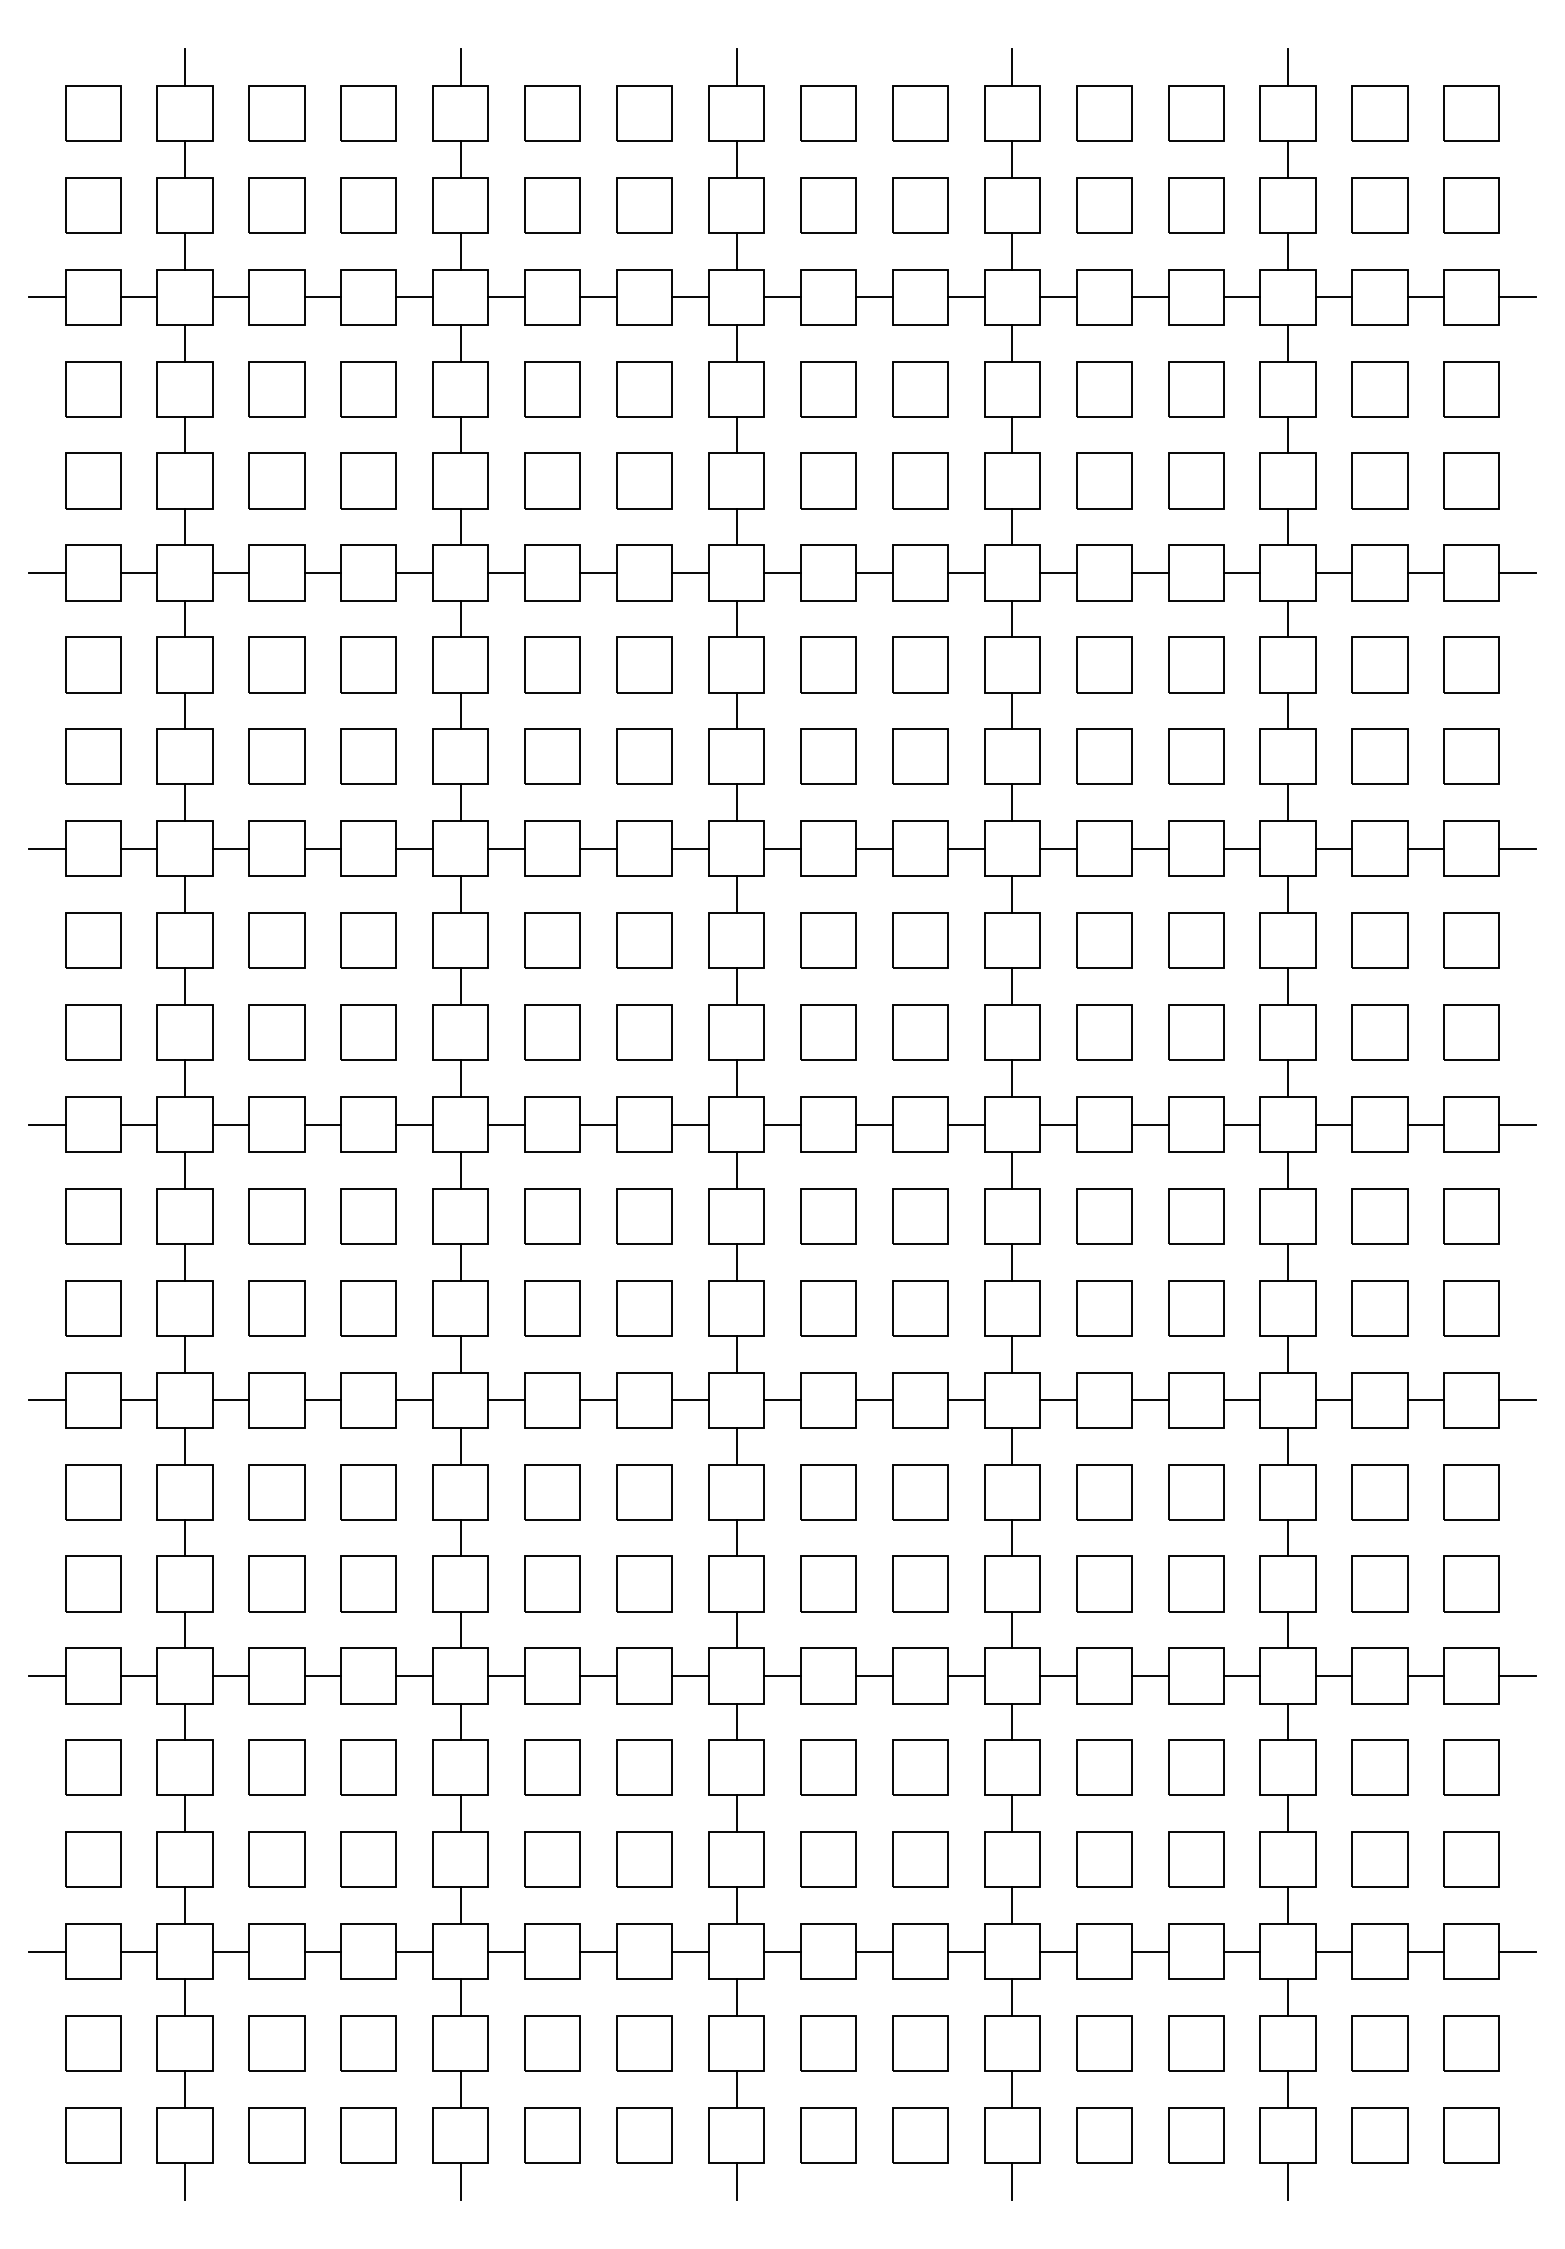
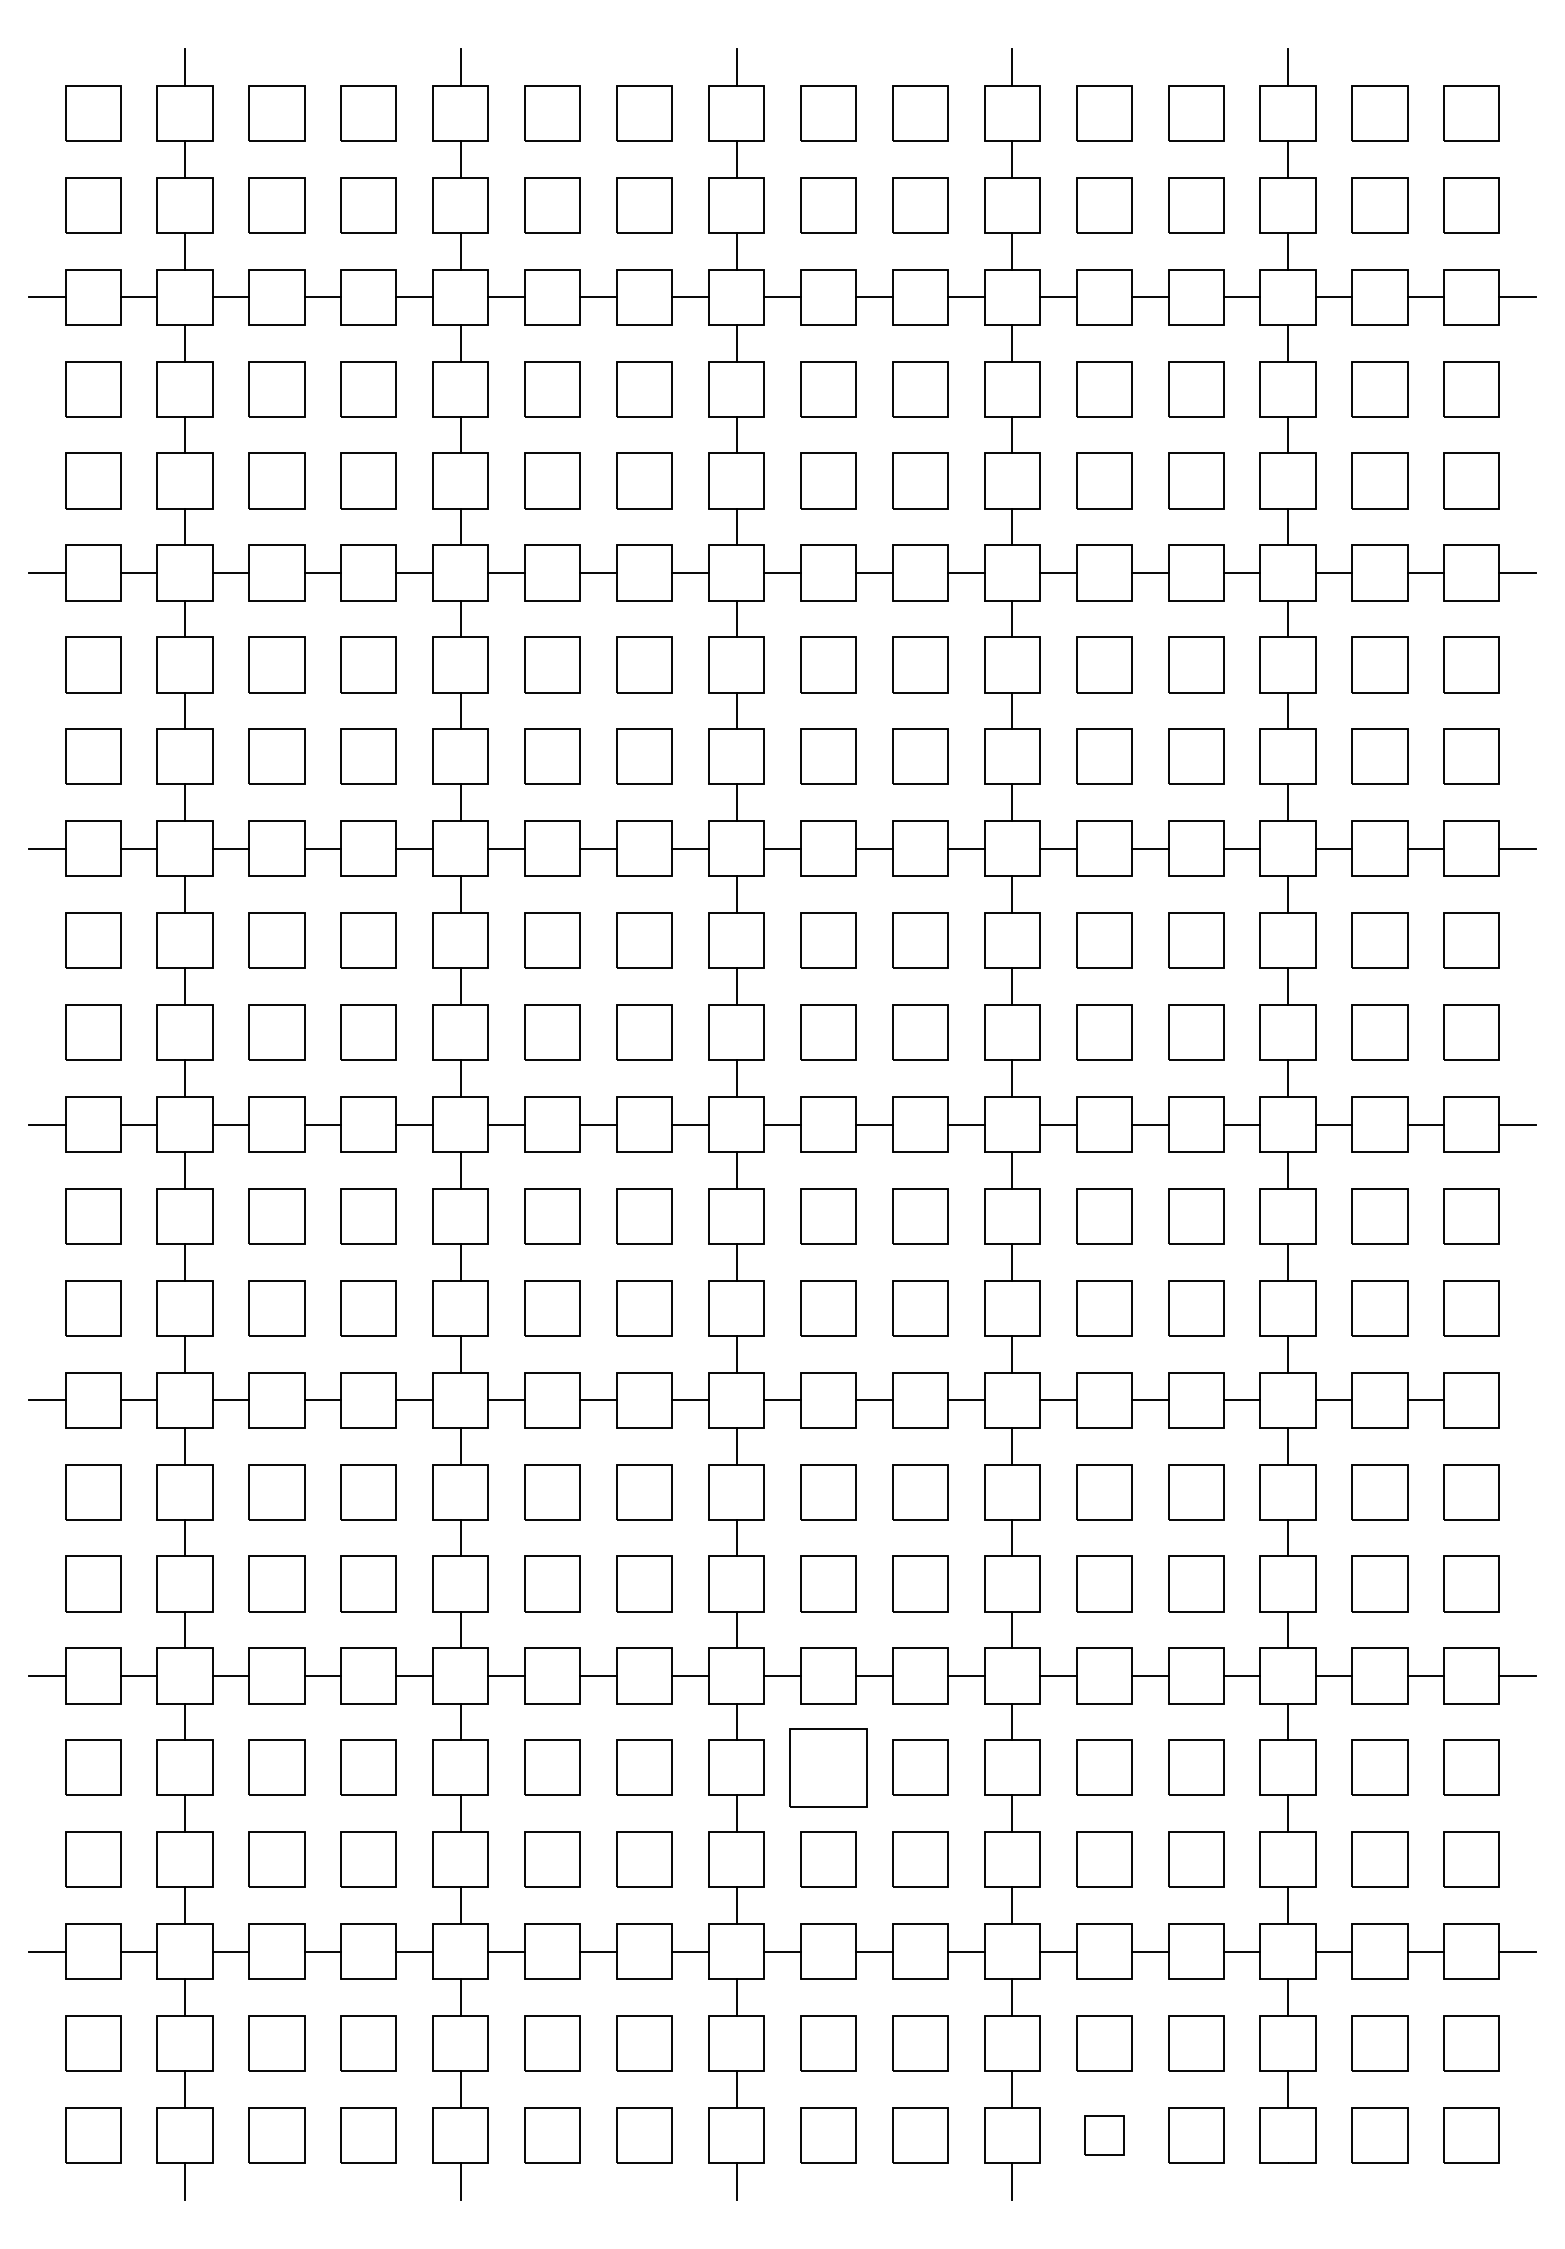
line at (1517, 1400): present -> none
part at (828, 1767) size: 57x57 px -> 79x80 px
part at (1104, 2135) size: 57x57 px -> 41x41 px
line at (1288, 2181): present -> none
